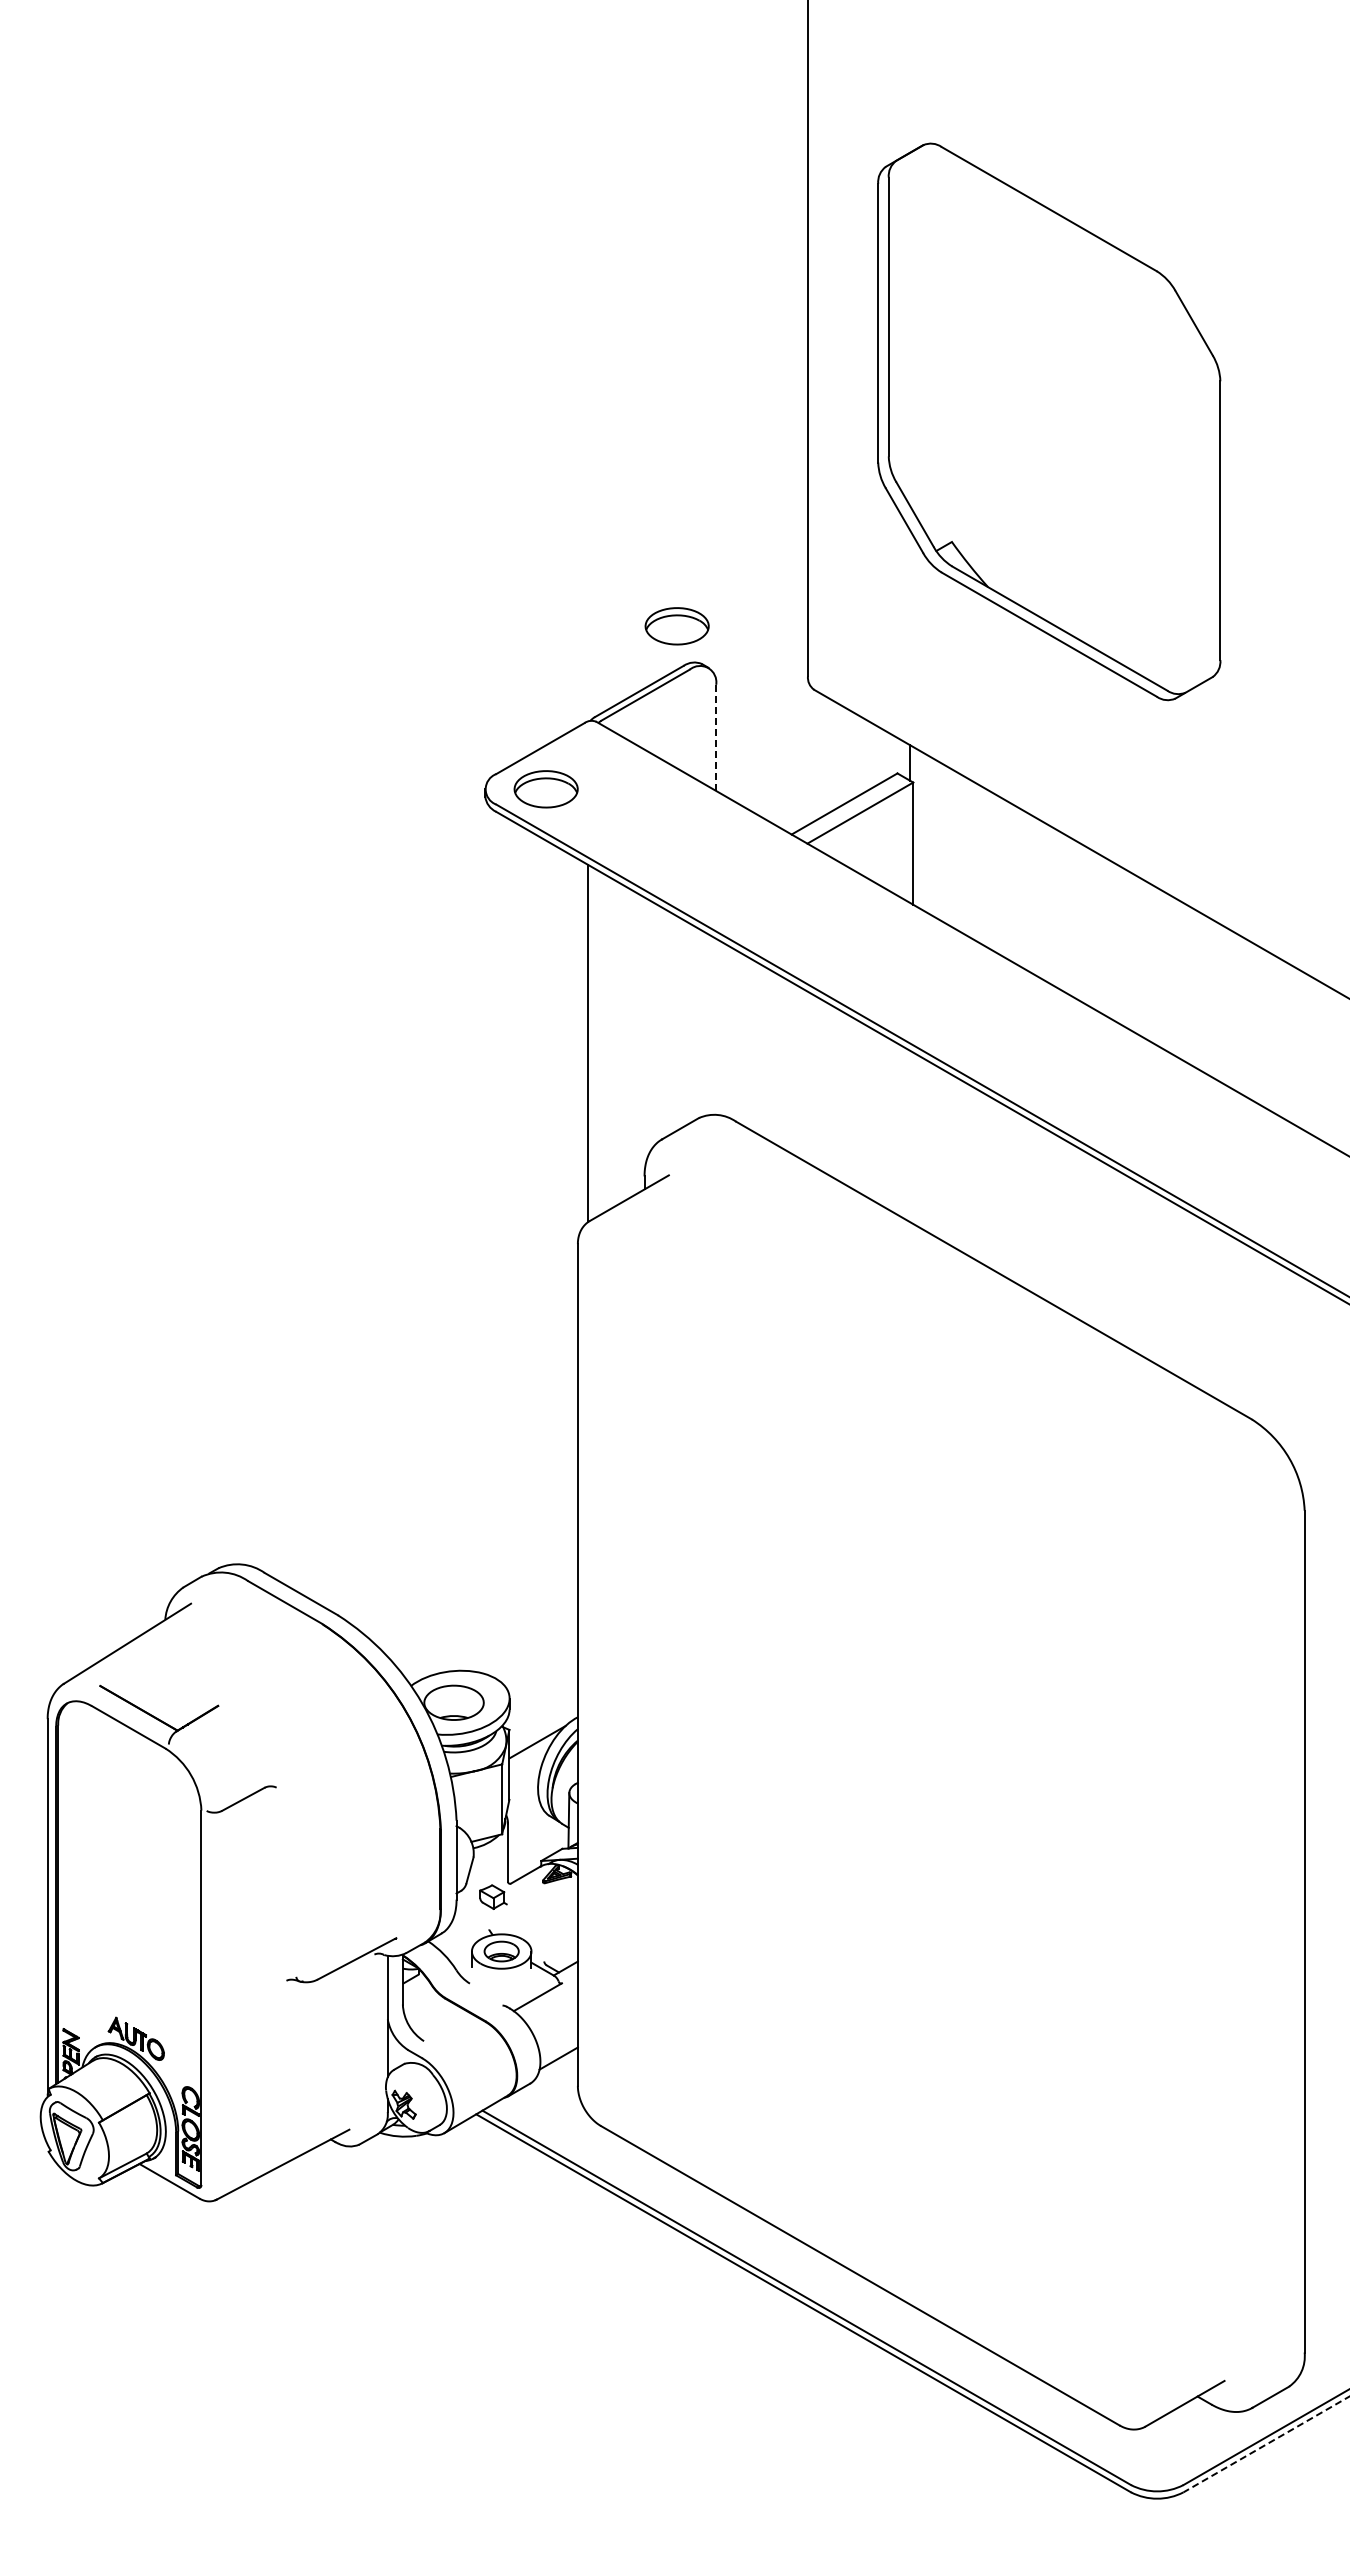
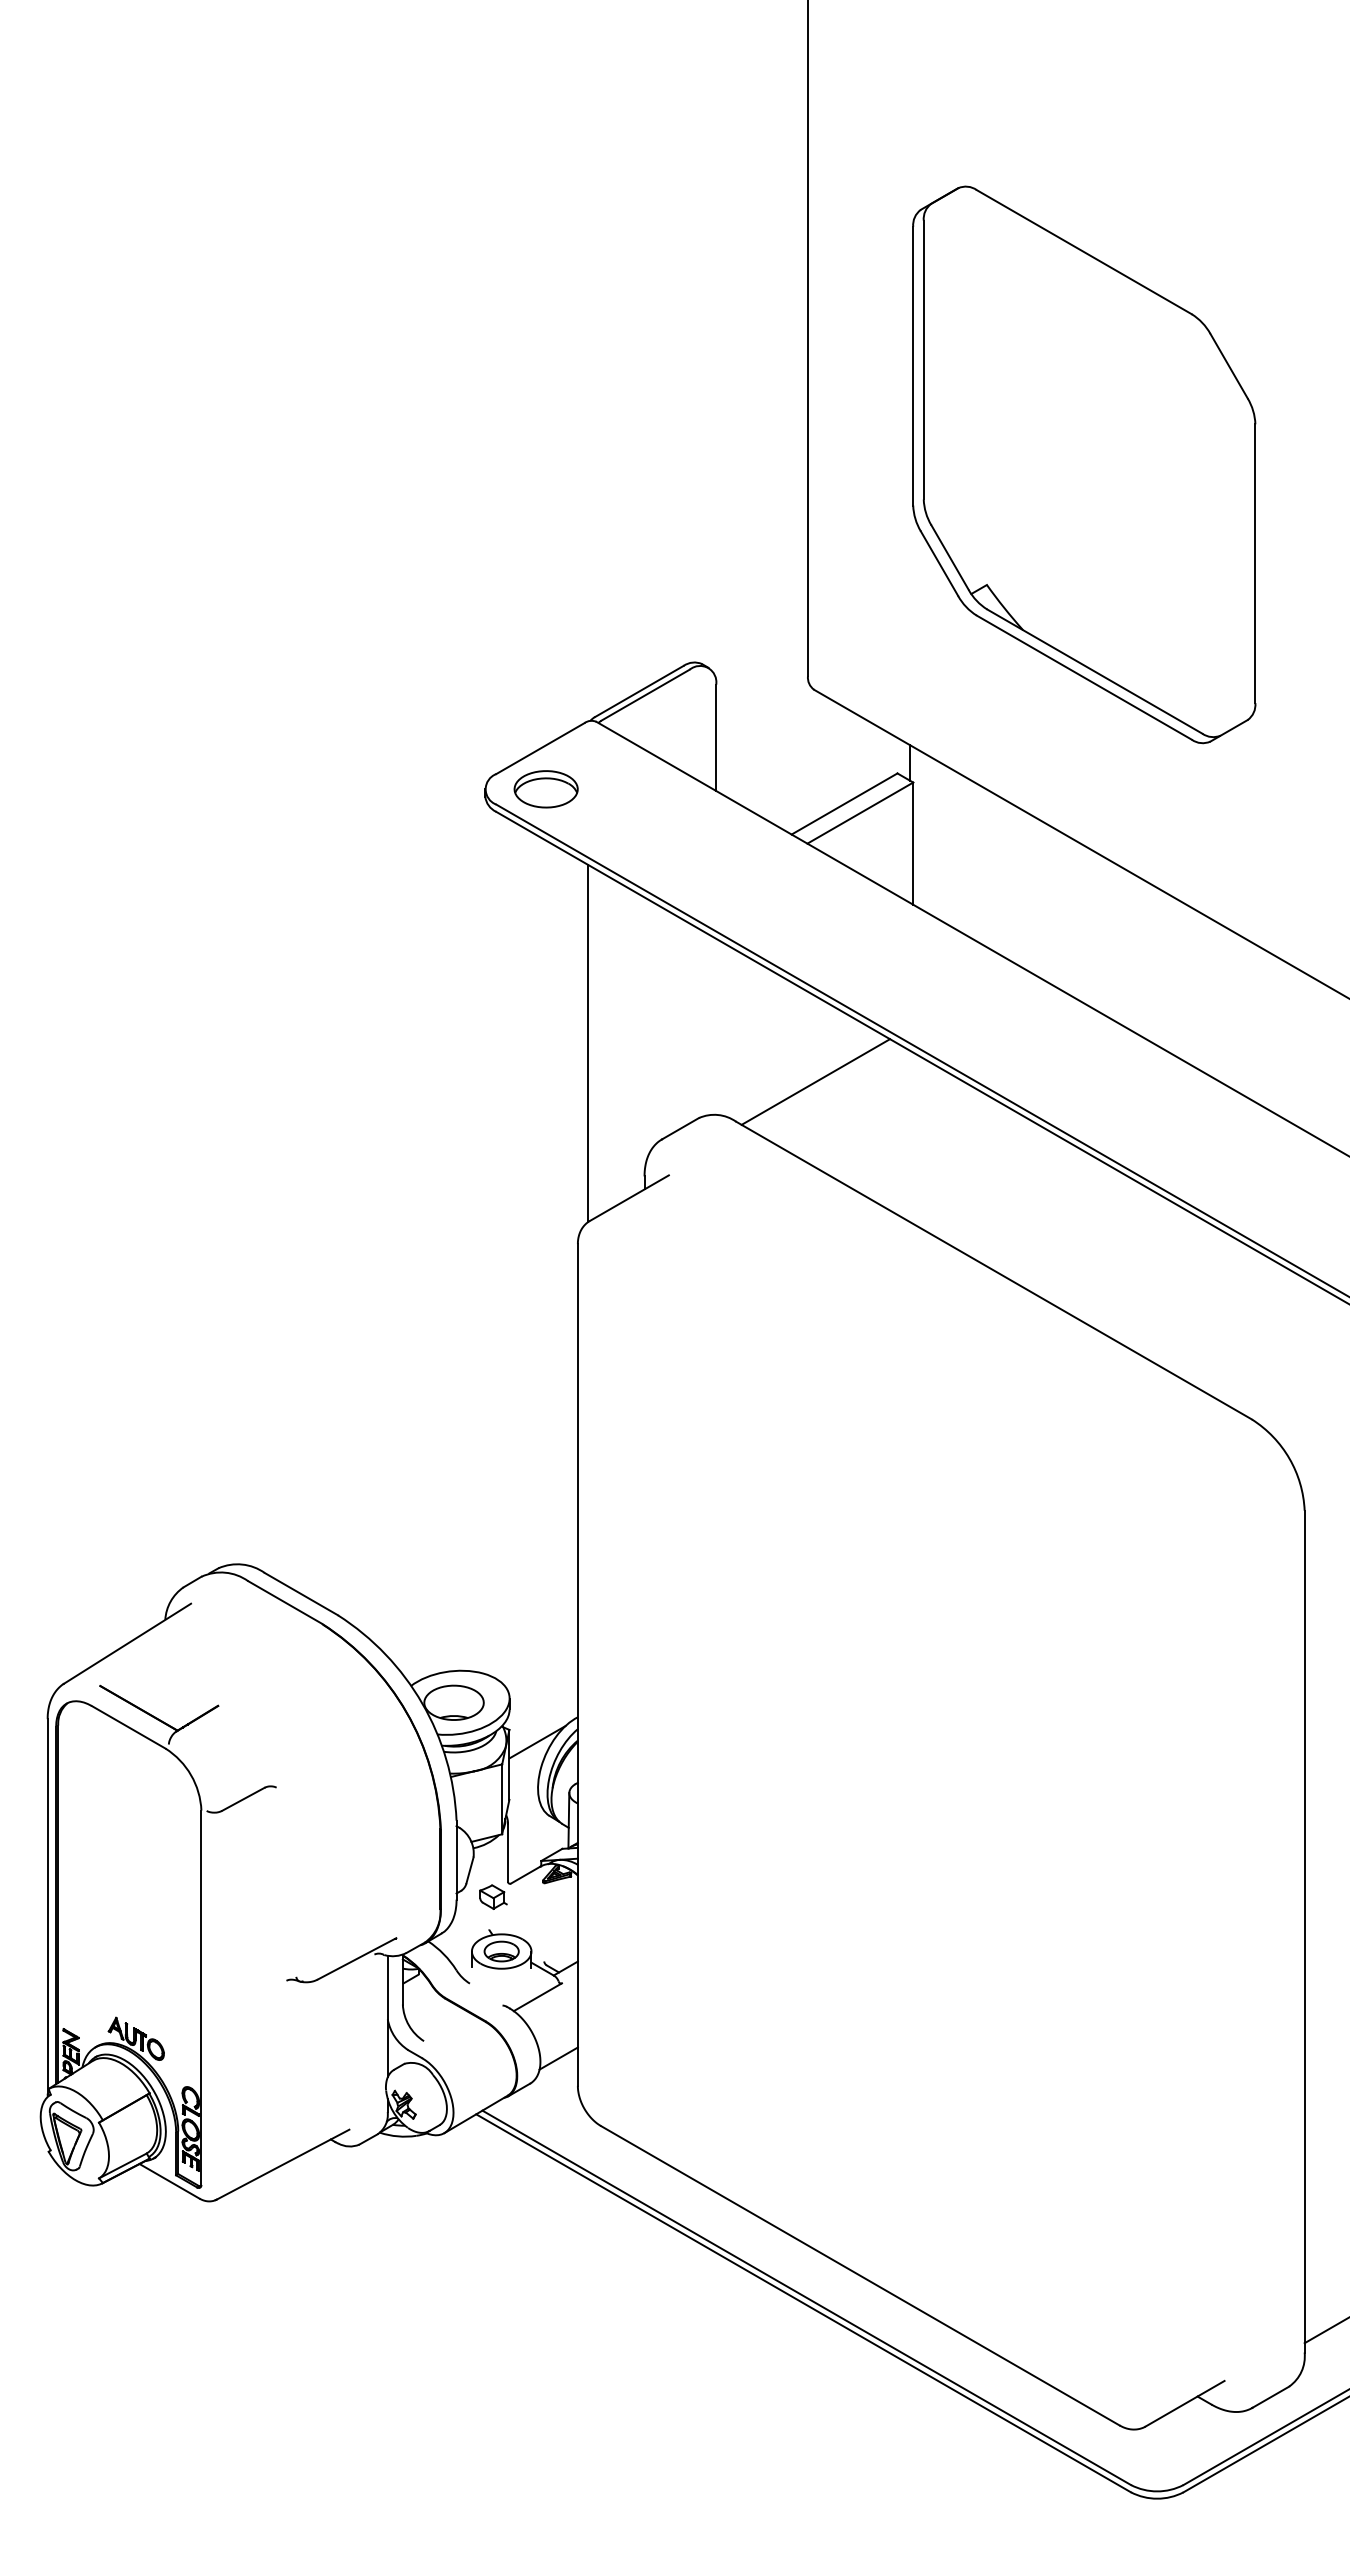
part at (1049, 421) position: (1049, 421) -> (1084, 464)
part at (676, 626): present -> none
line at (716, 737): dashed -> solid
line at (815, 1081): none -> present
line at (1325, 2331): none -> present
line at (1266, 2444): dashed -> solid
